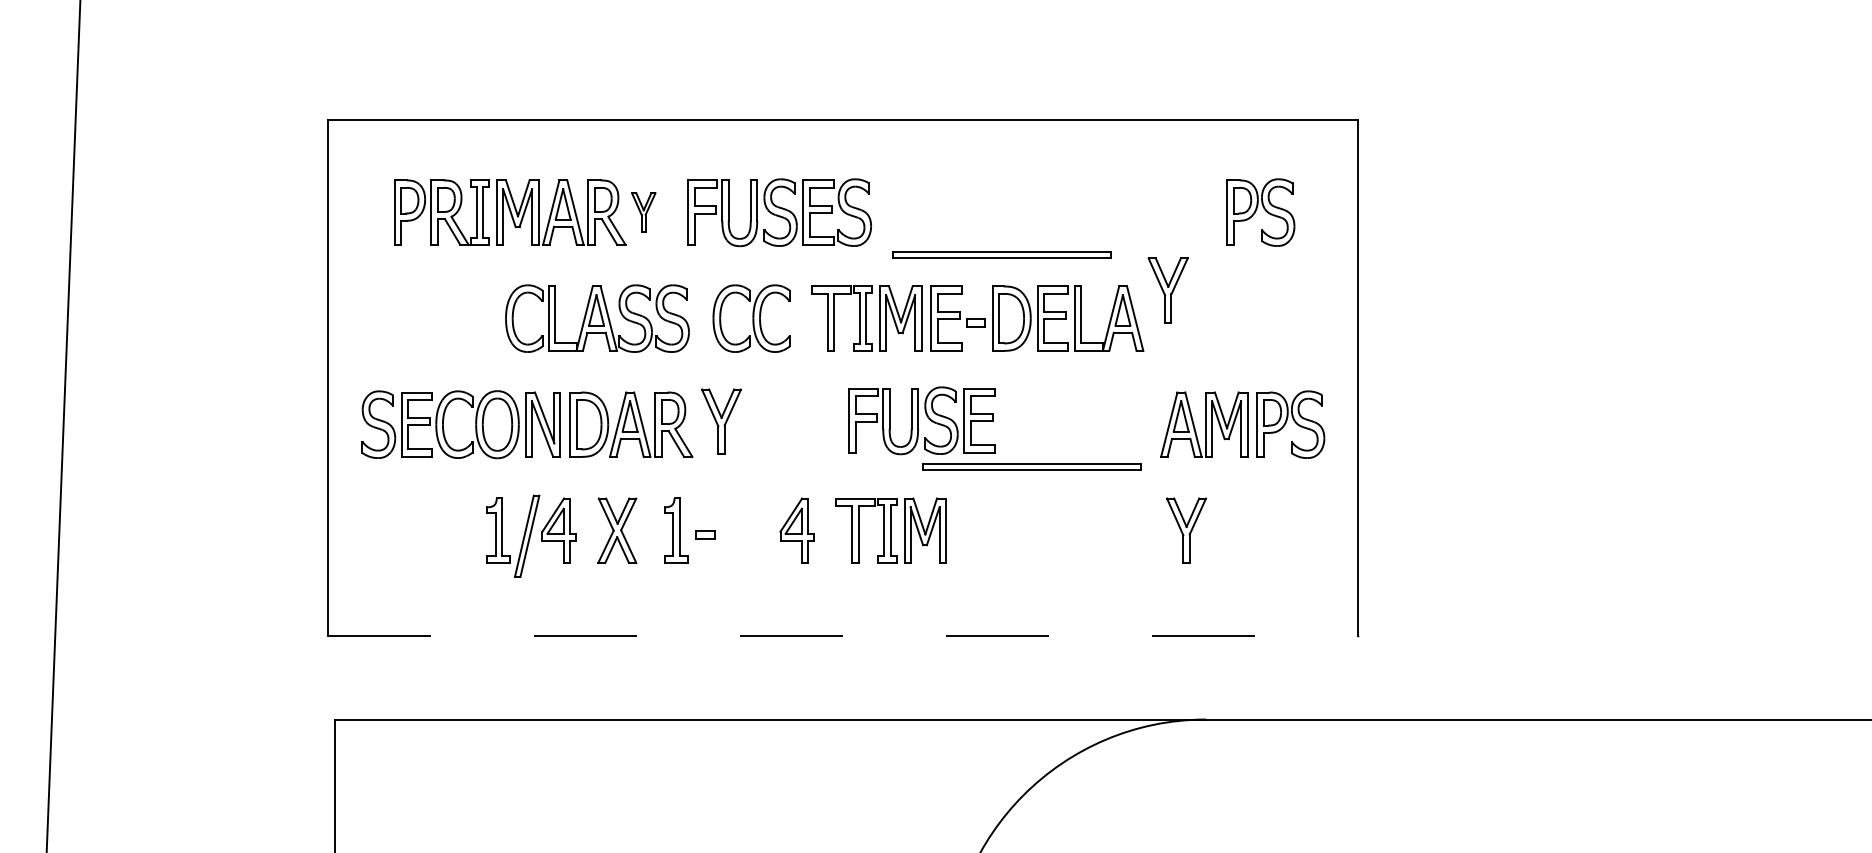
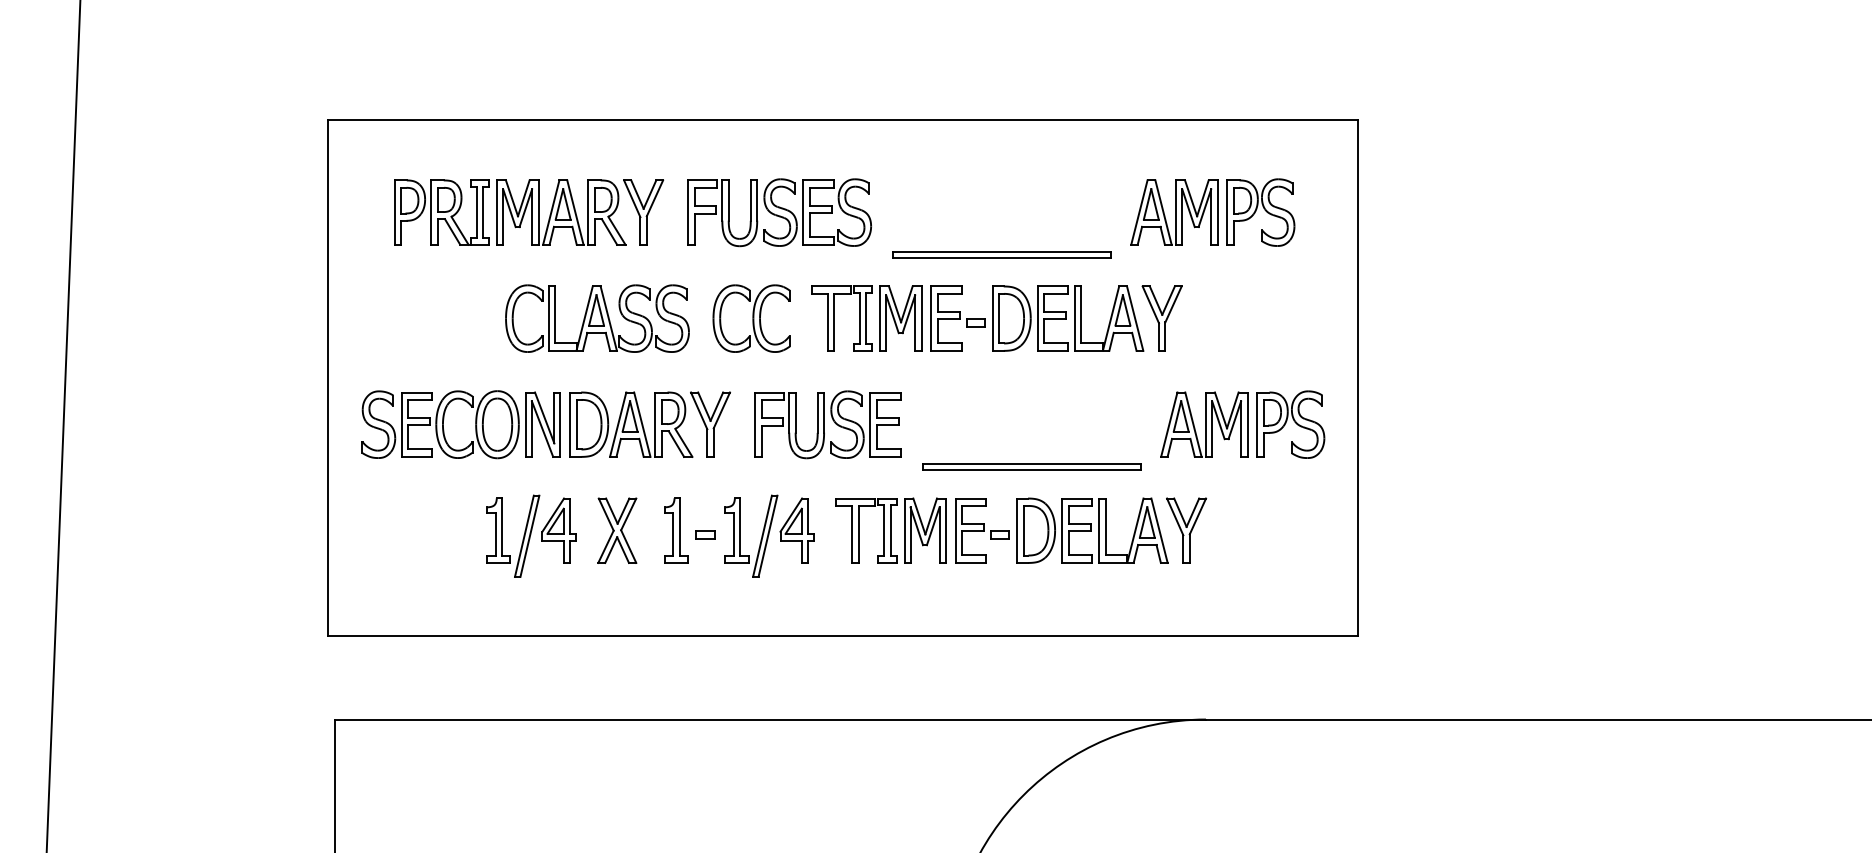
part at (643, 212) size: 26x41 px -> 42x67 px
part at (1174, 212): none -> present
part at (1167, 290) position: (1167, 290) -> (1161, 318)
part at (921, 420) position: (921, 420) -> (827, 424)
part at (721, 421) position: (721, 421) -> (710, 424)
part at (1061, 530): none -> present
part at (760, 539): none -> present
line at (843, 635): dashed -> solid
